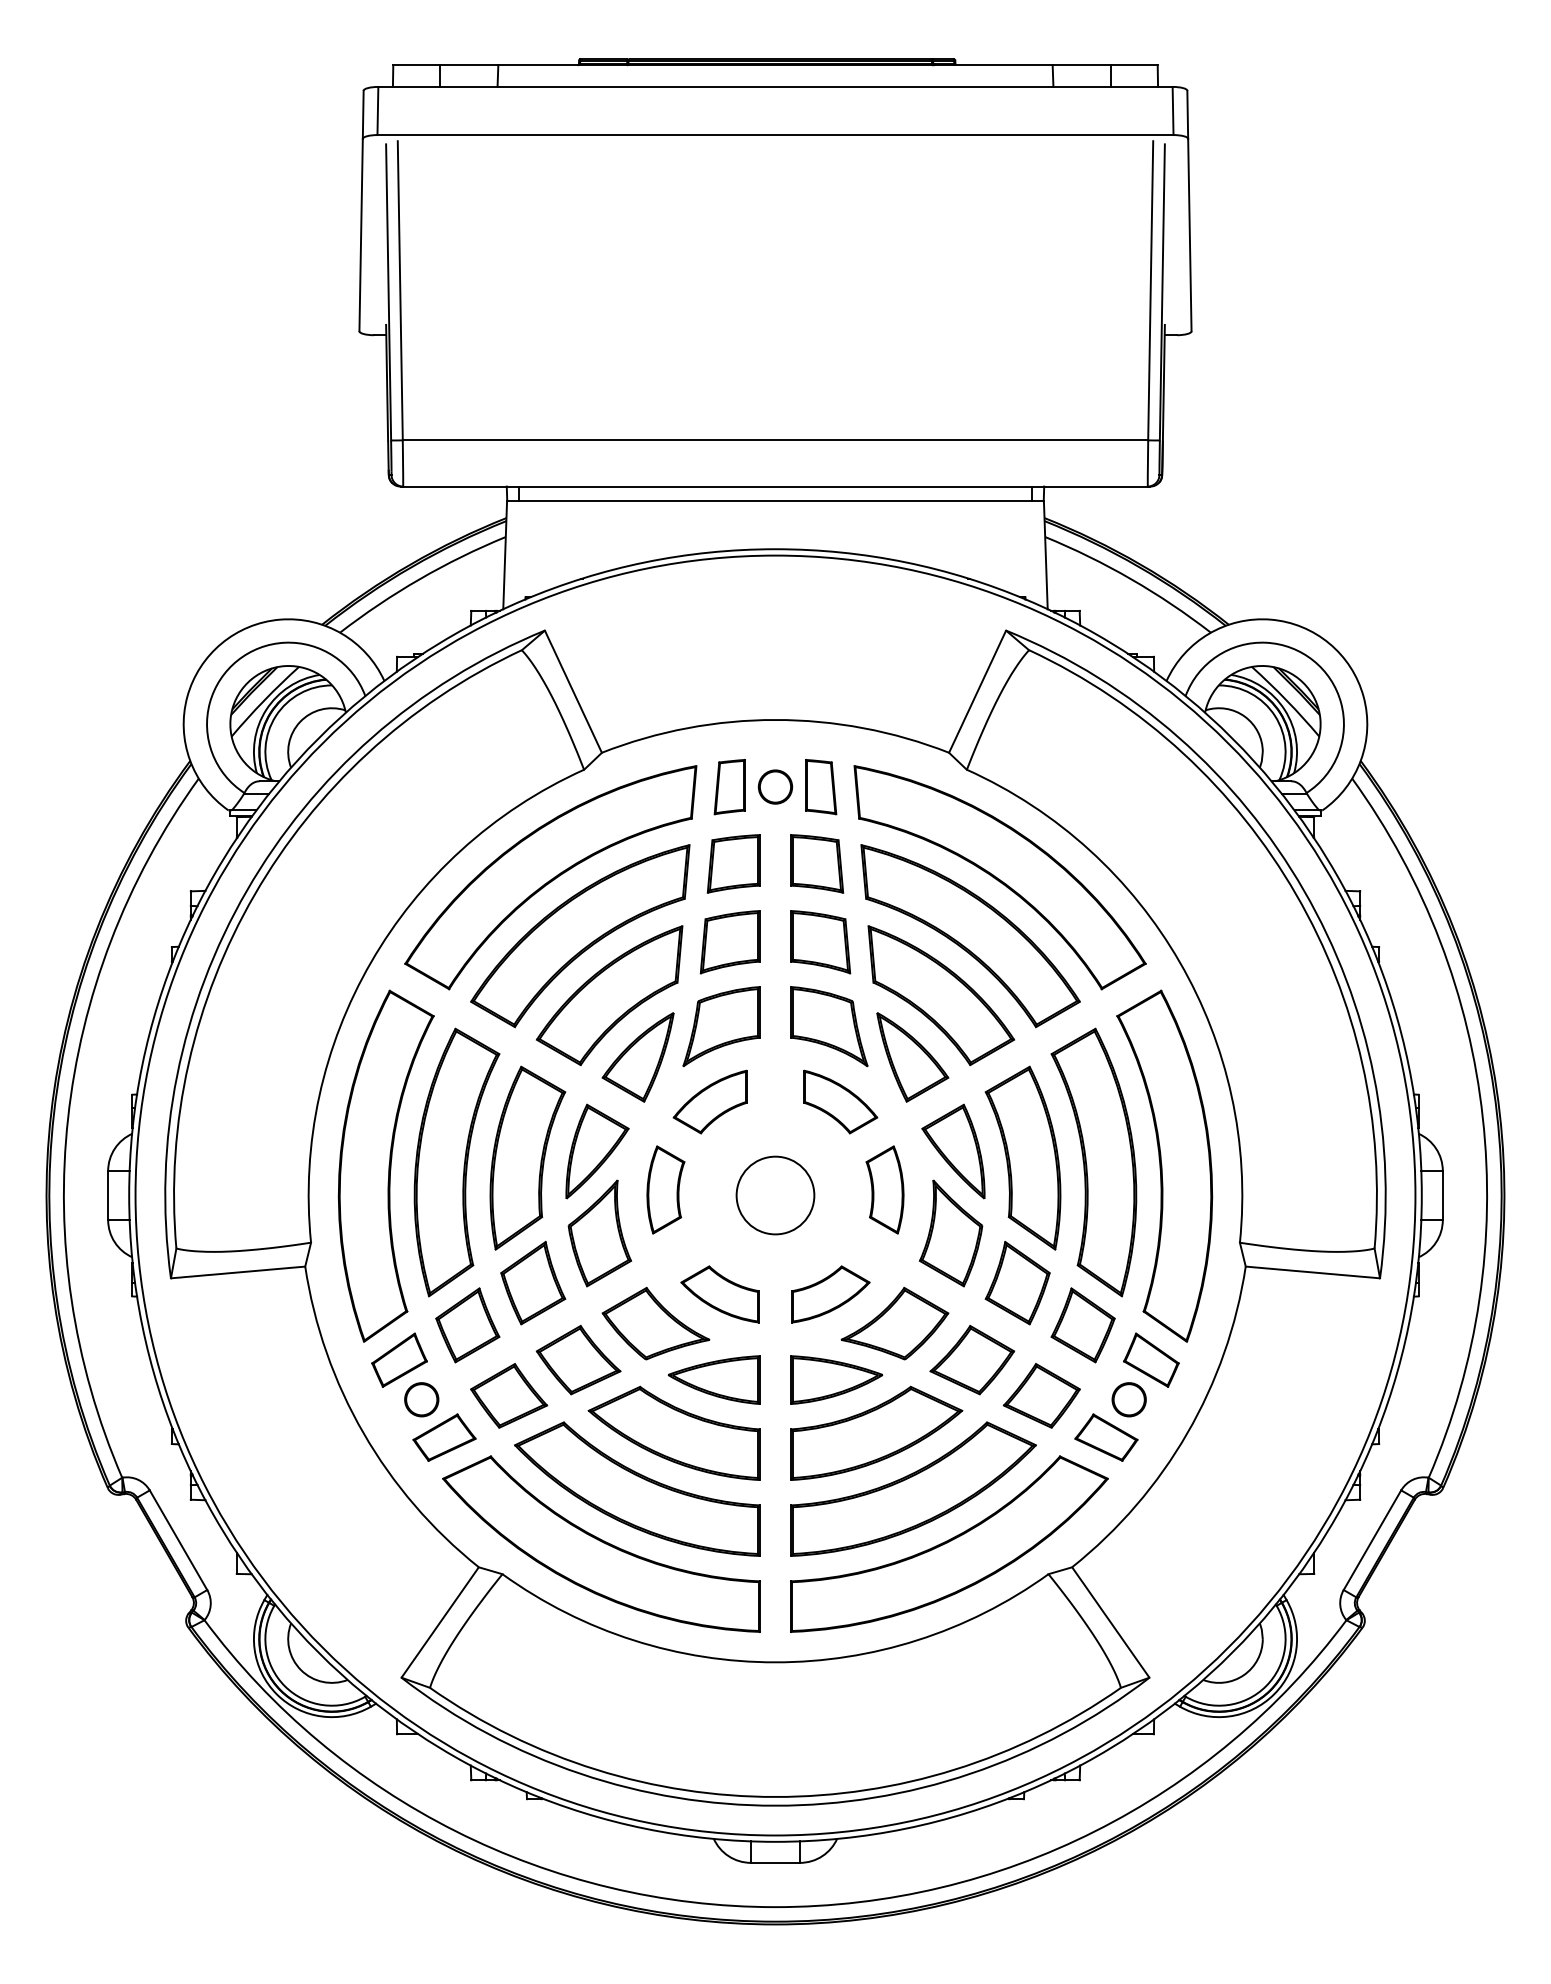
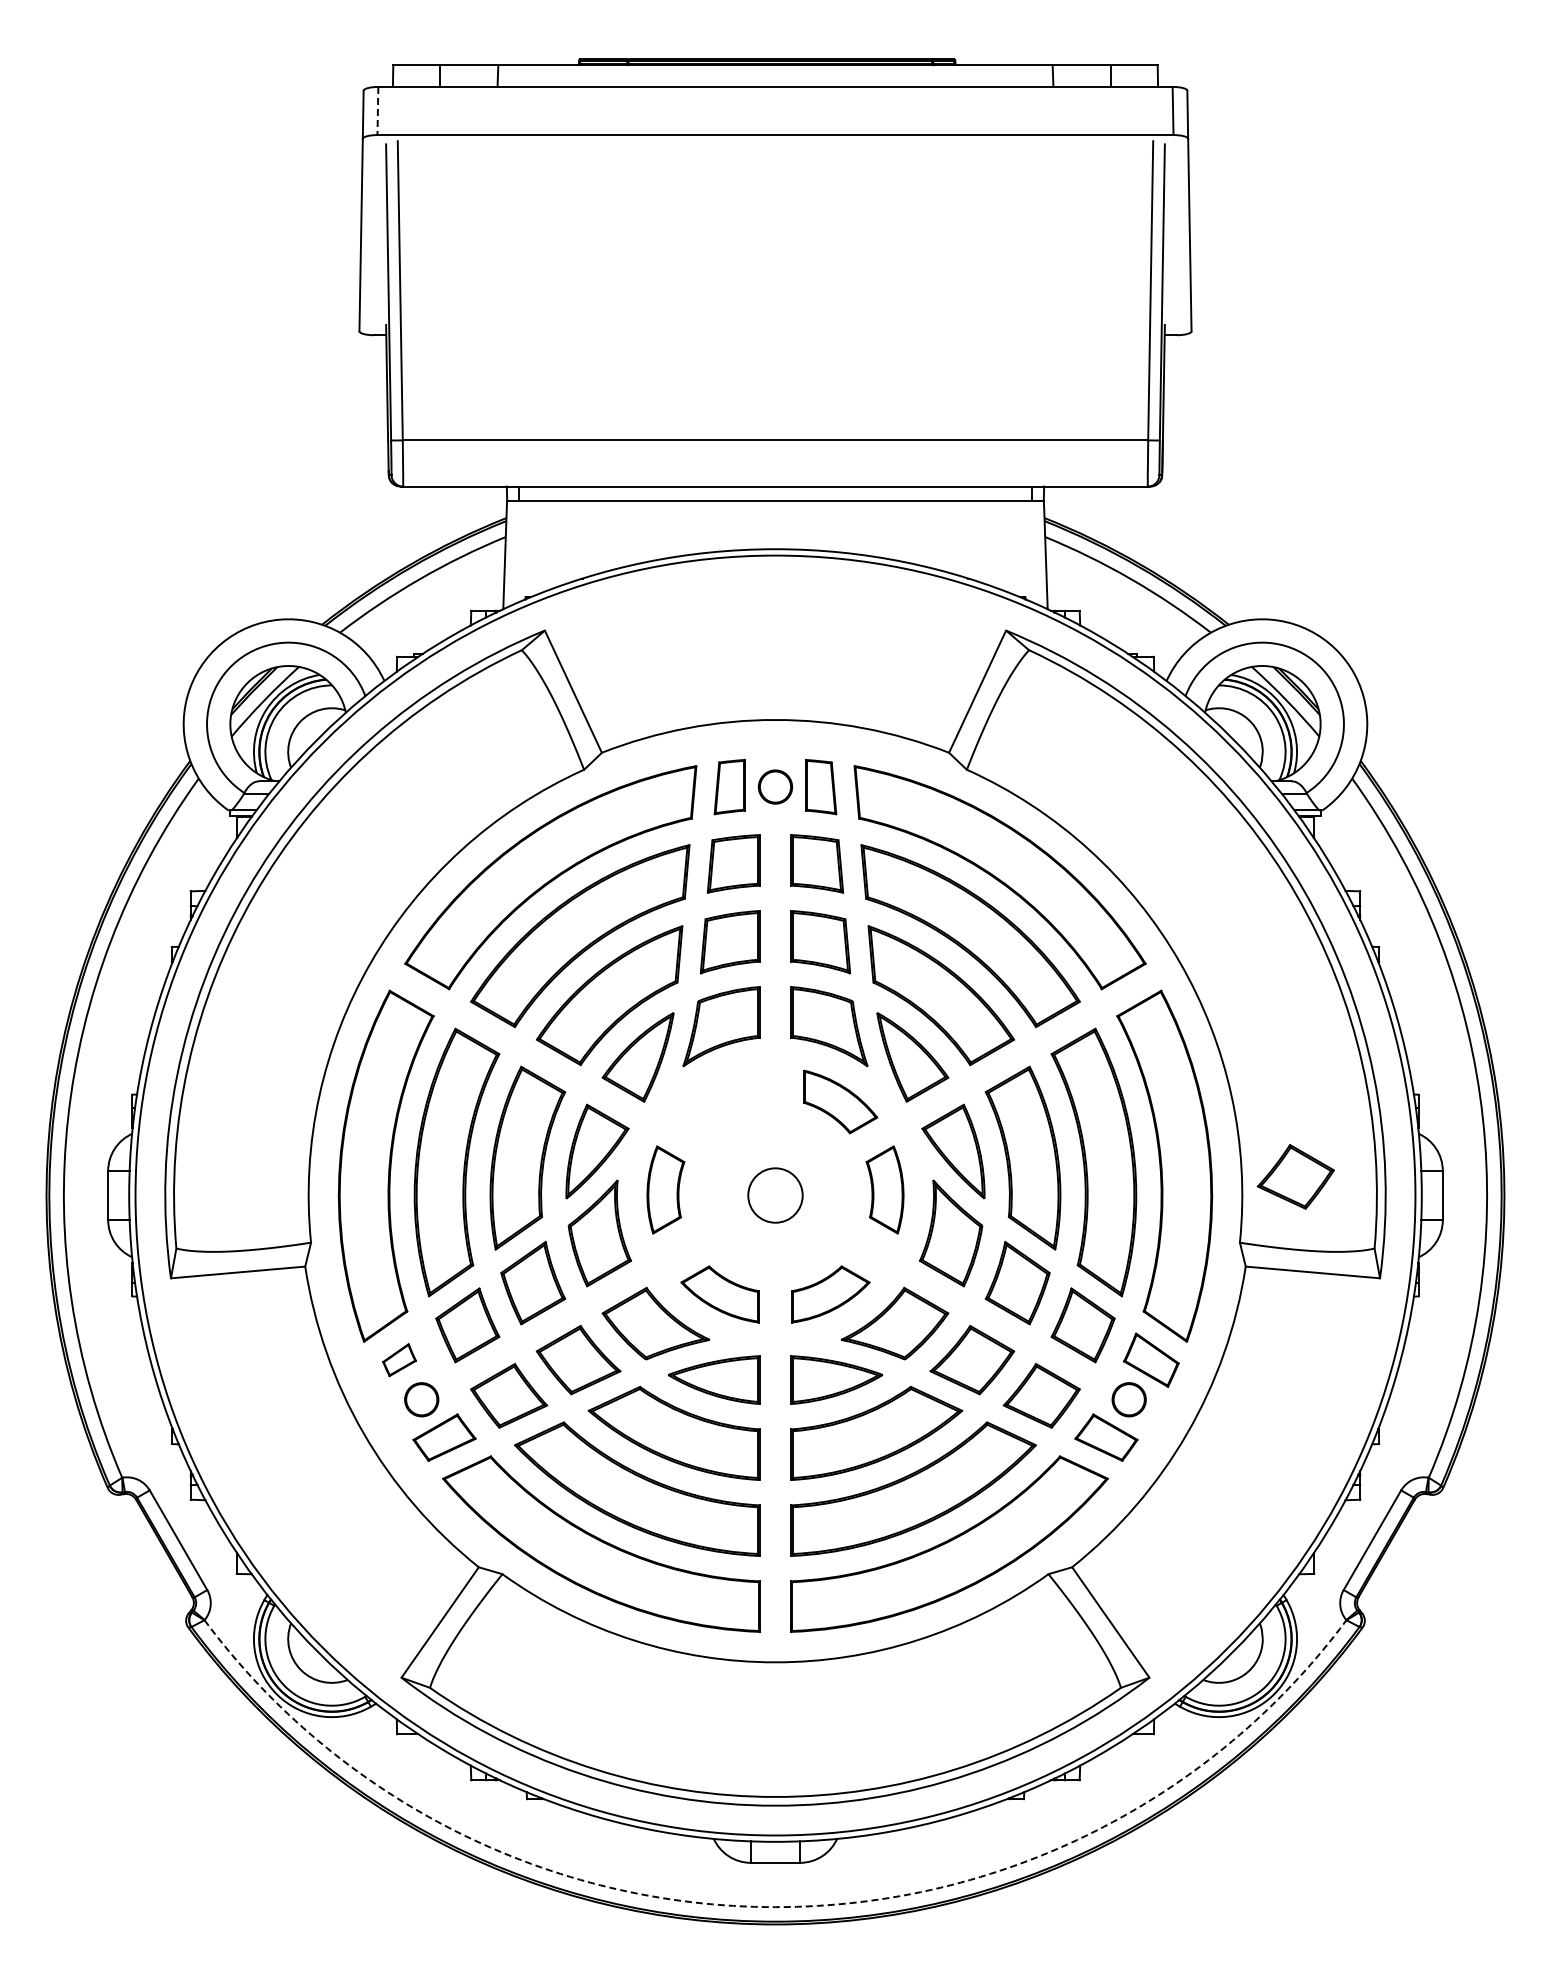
line at (377, 111): solid -> dashed
part at (709, 1101): present -> none
part at (1295, 1176): none -> present
circle at (775, 1195) diameter: 78 px -> 54 px
part at (399, 1359) size: 57x56 px -> 35x35 px
arc at (775, 1907): solid -> dashed
